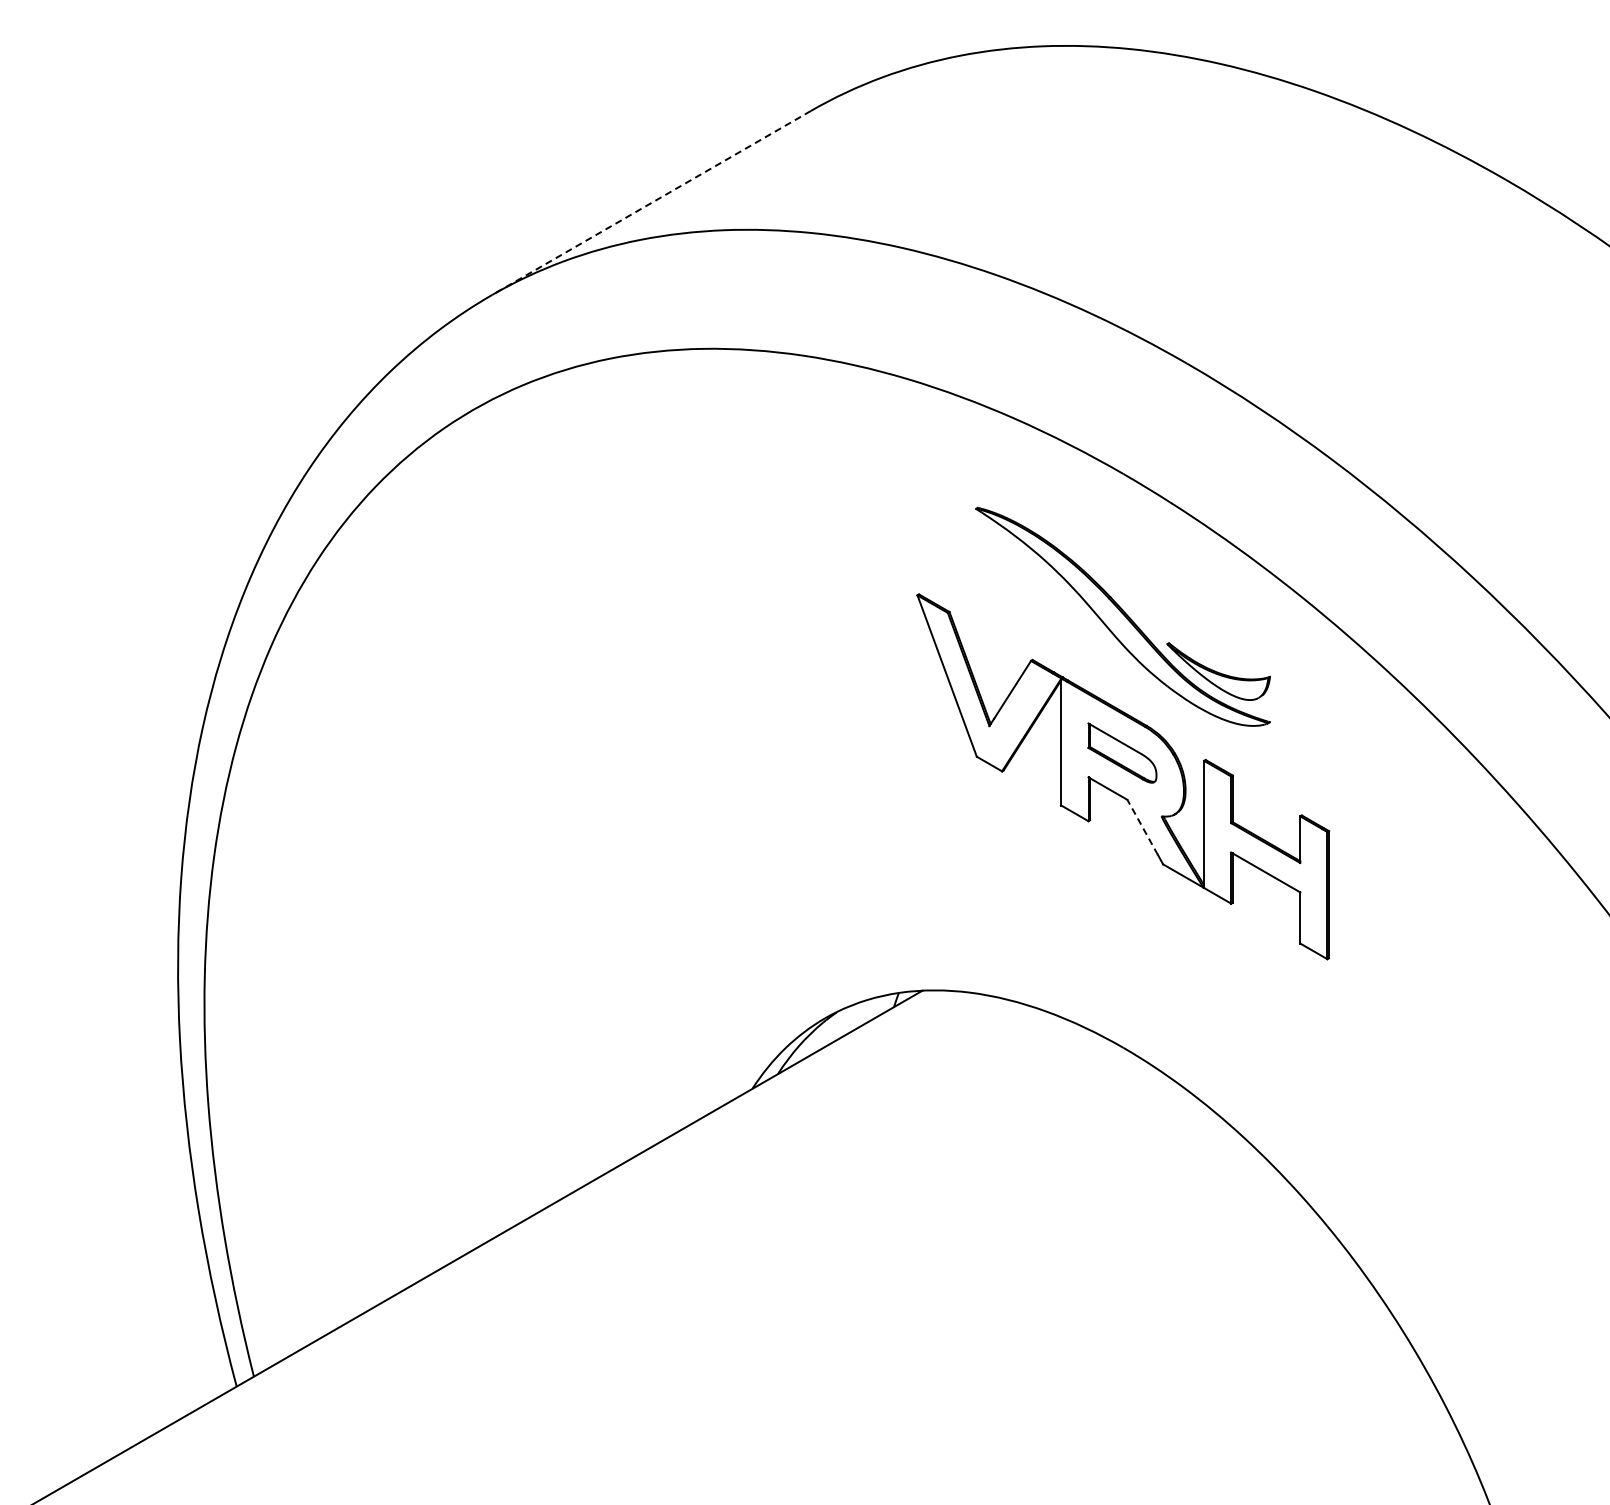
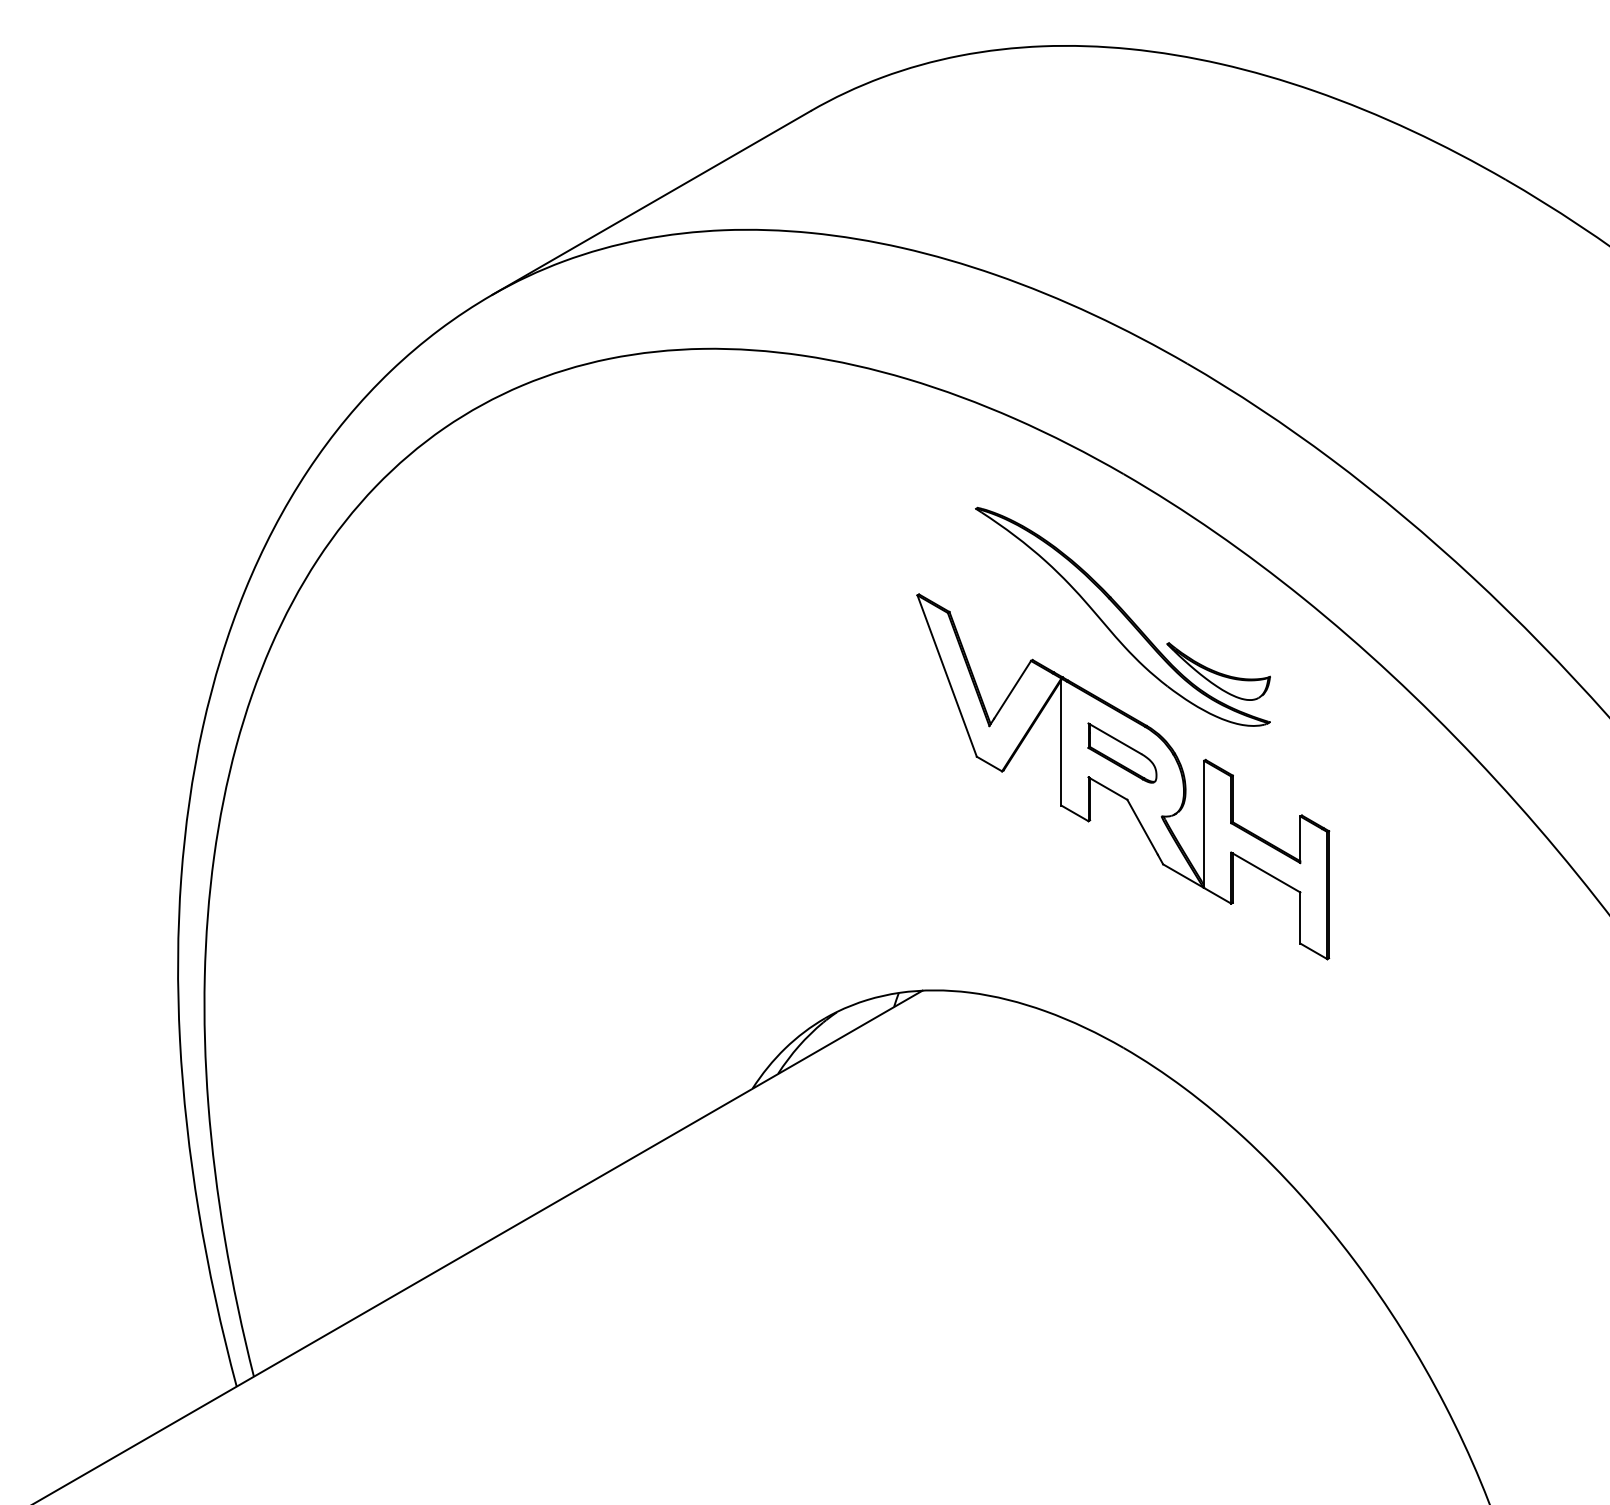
line at (651, 202): dashed -> solid
line at (1142, 826): dashed -> solid
